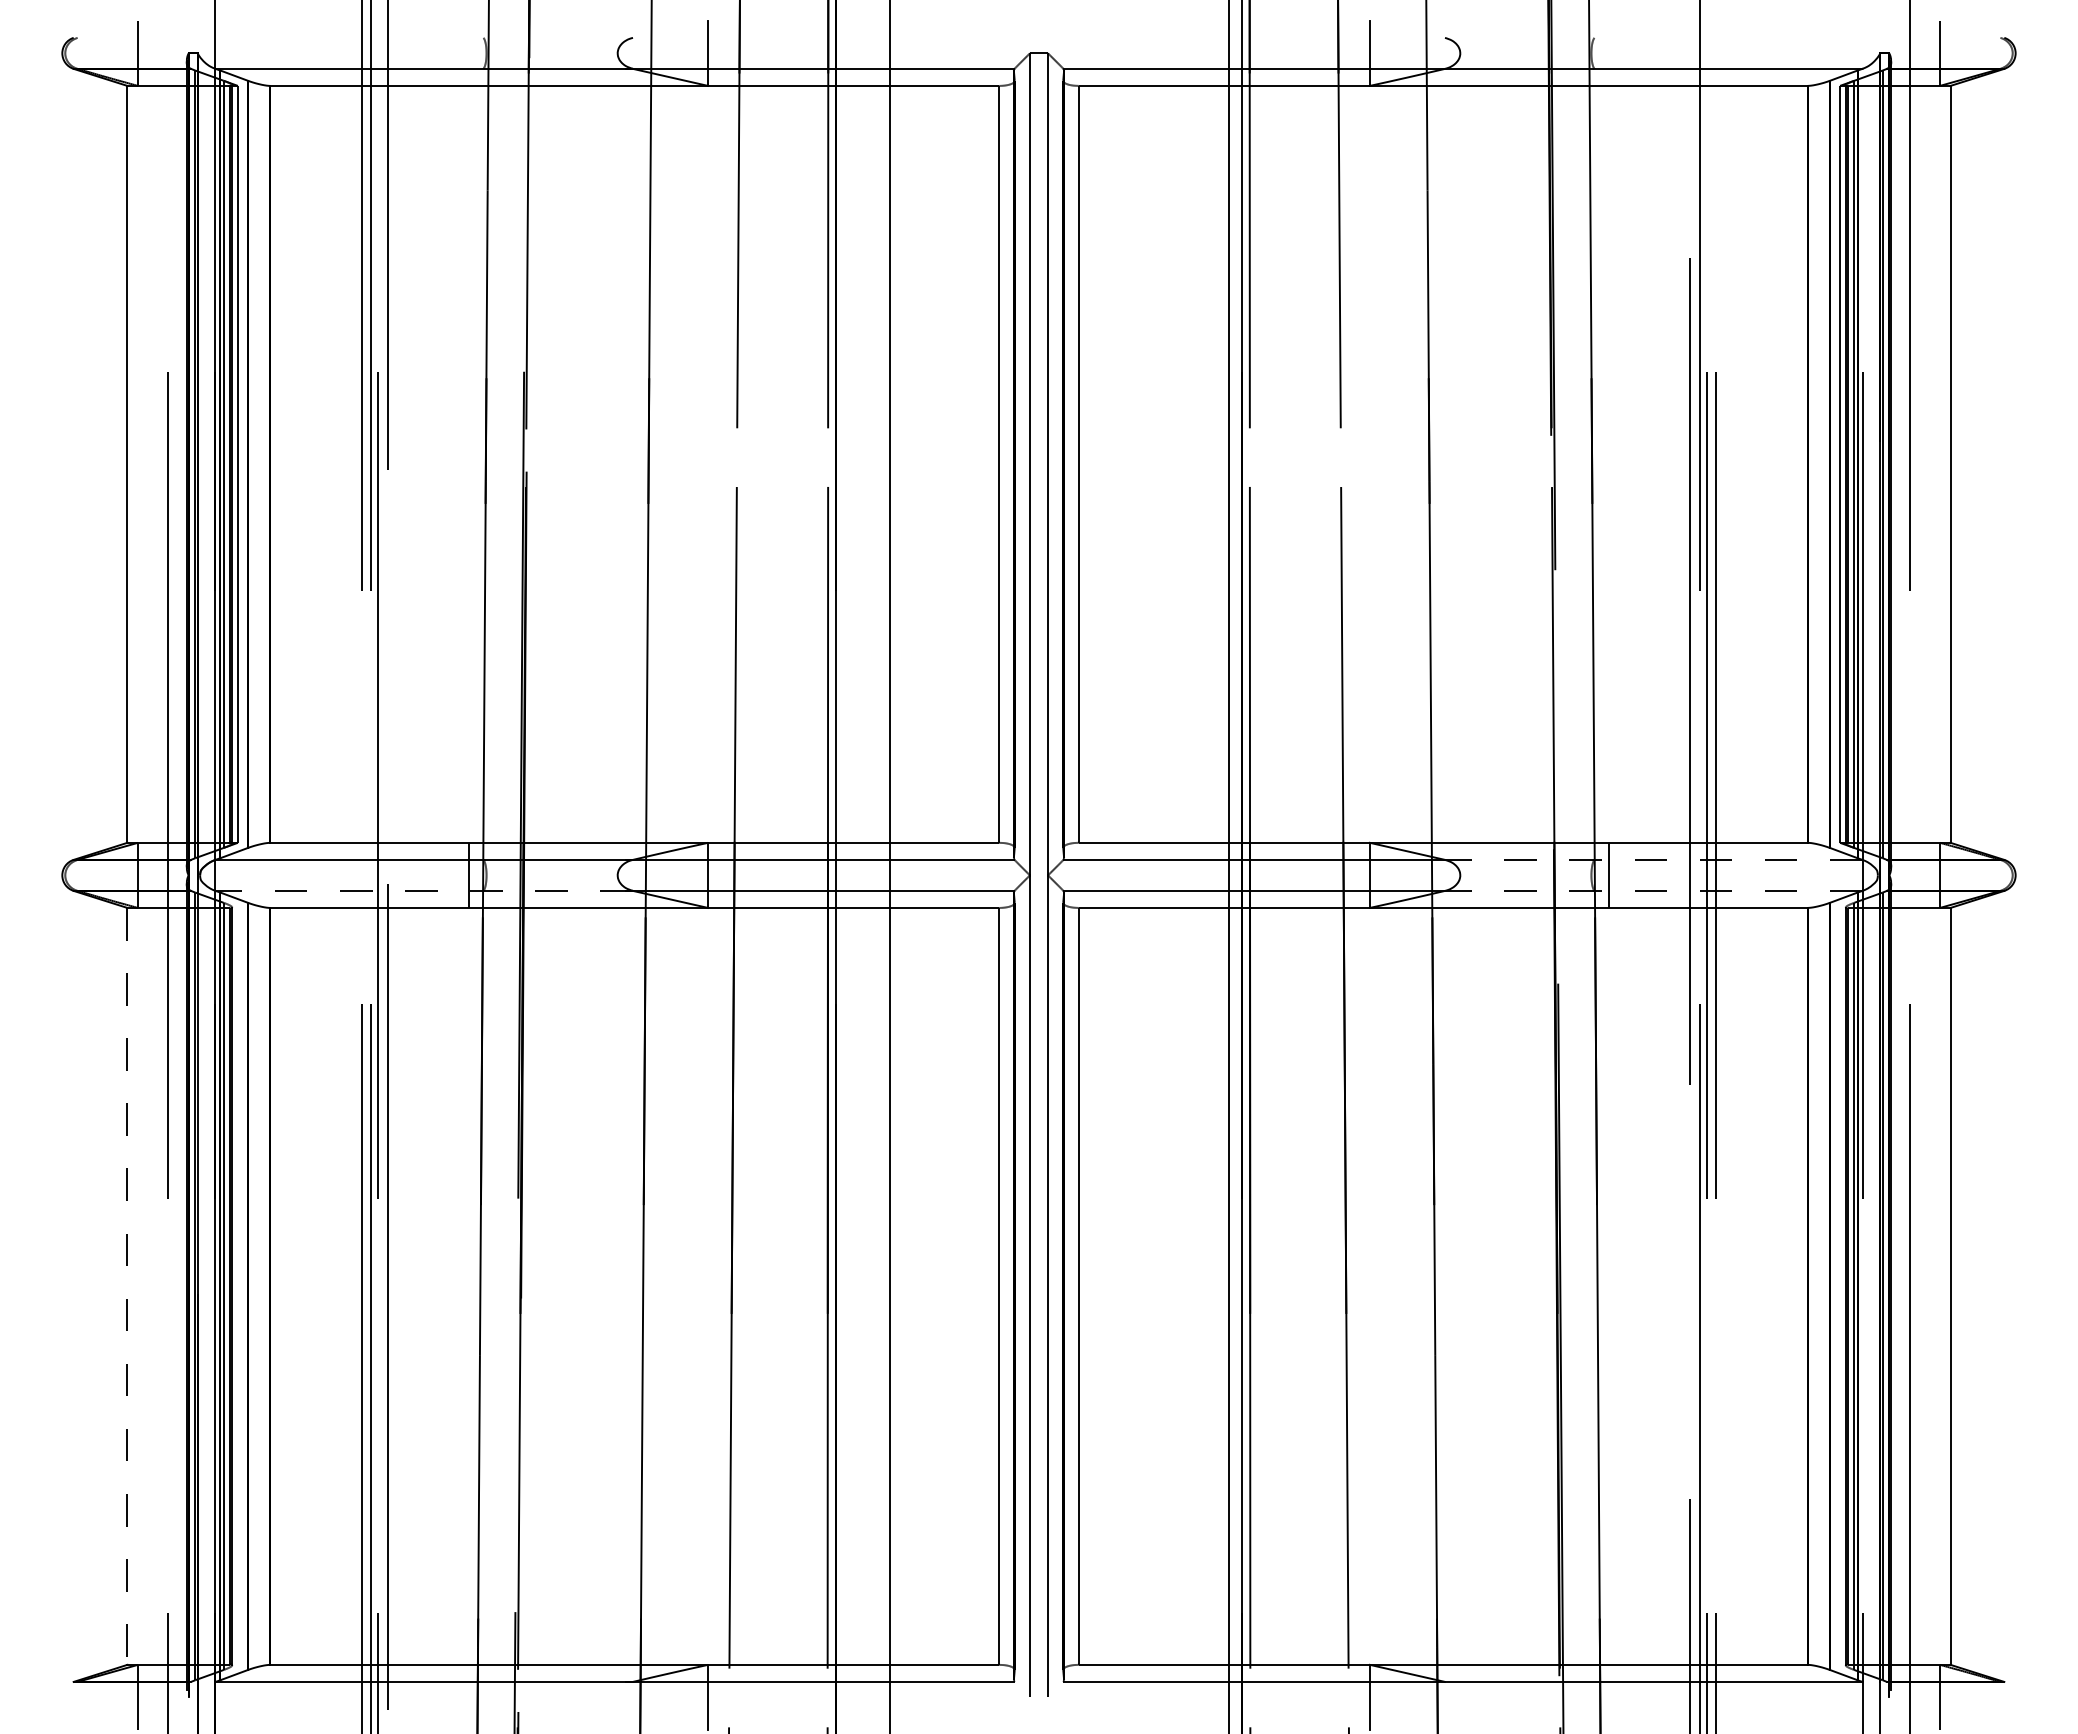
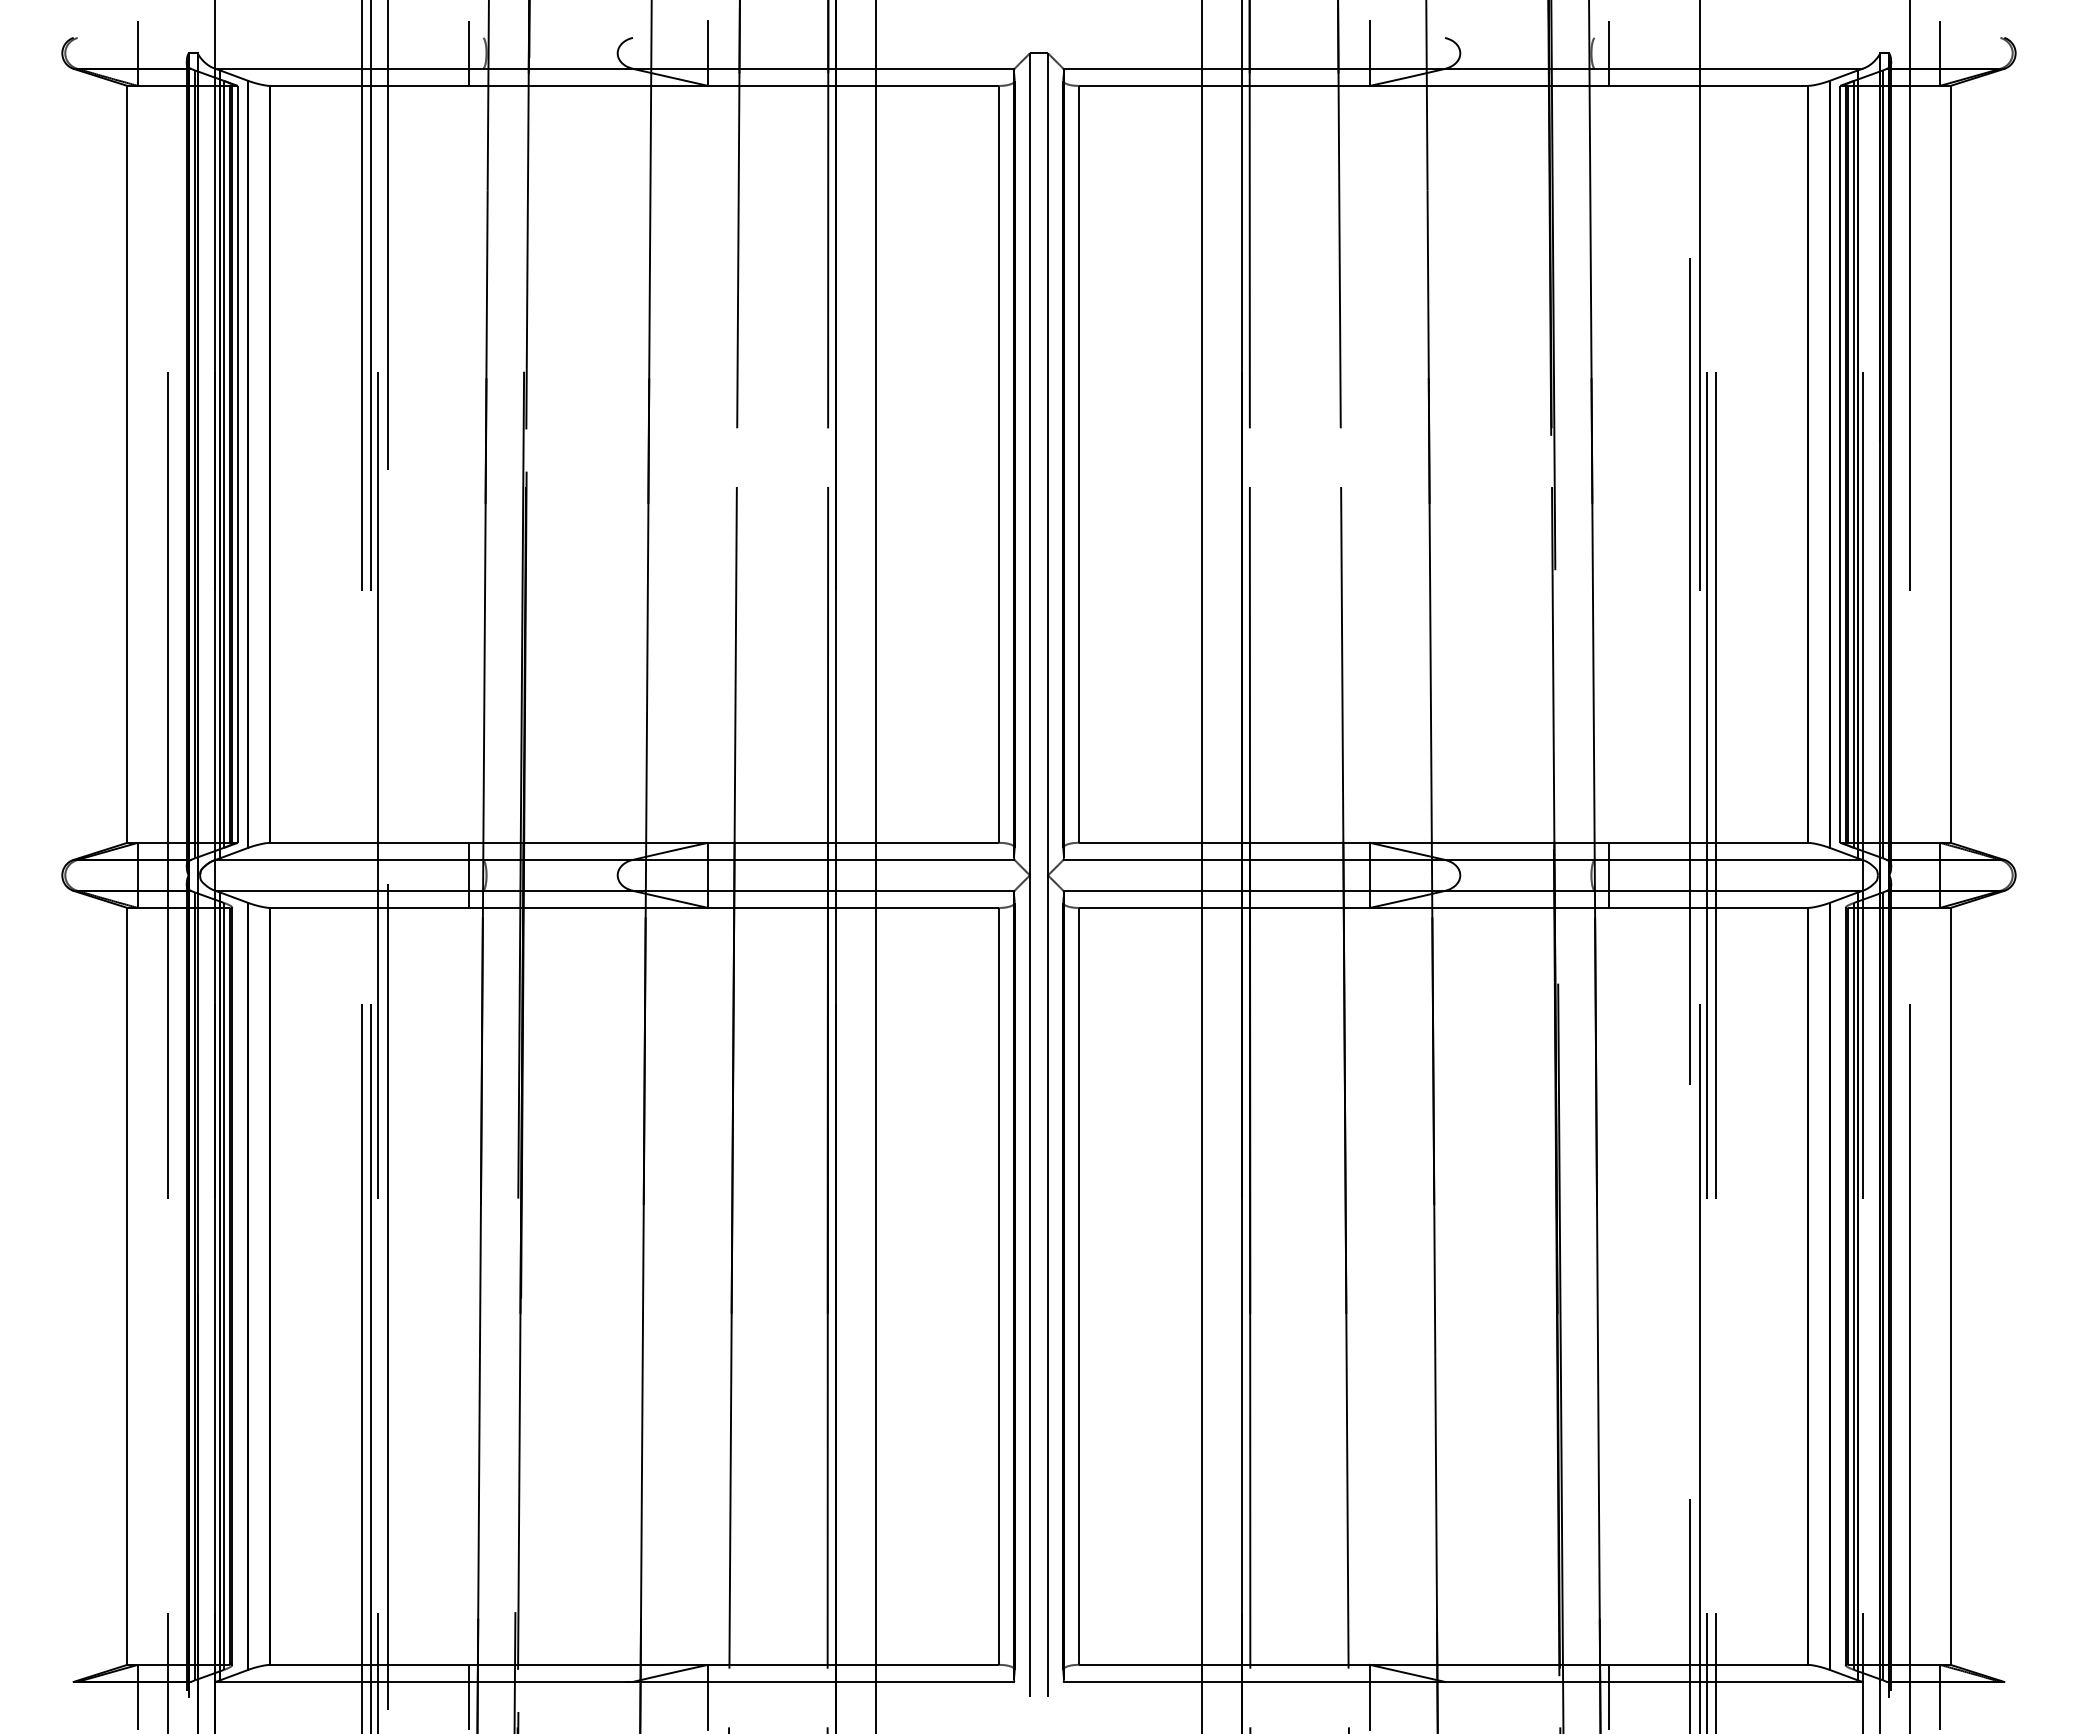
line at (468, 52): none -> present
line at (1609, 52): none -> present
line at (1653, 859): dashed -> solid
line at (890, 866) position: (890, 866) -> (876, 866)
line at (1228, 866) position: (1228, 866) -> (1201, 866)
line at (424, 890): dashed -> solid
line at (1653, 890): dashed -> solid
line at (127, 1286): dashed -> solid
line at (468, 1696): none -> present
line at (1609, 1696): none -> present
